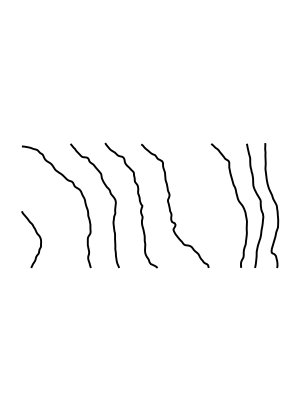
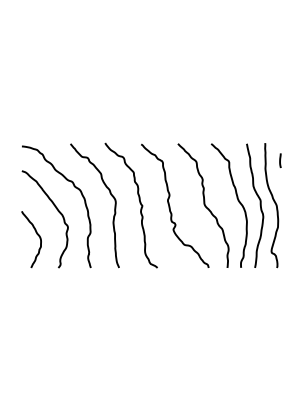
line at (280, 160): none -> present
curve at (203, 204): none -> present
curve at (57, 211): none -> present
